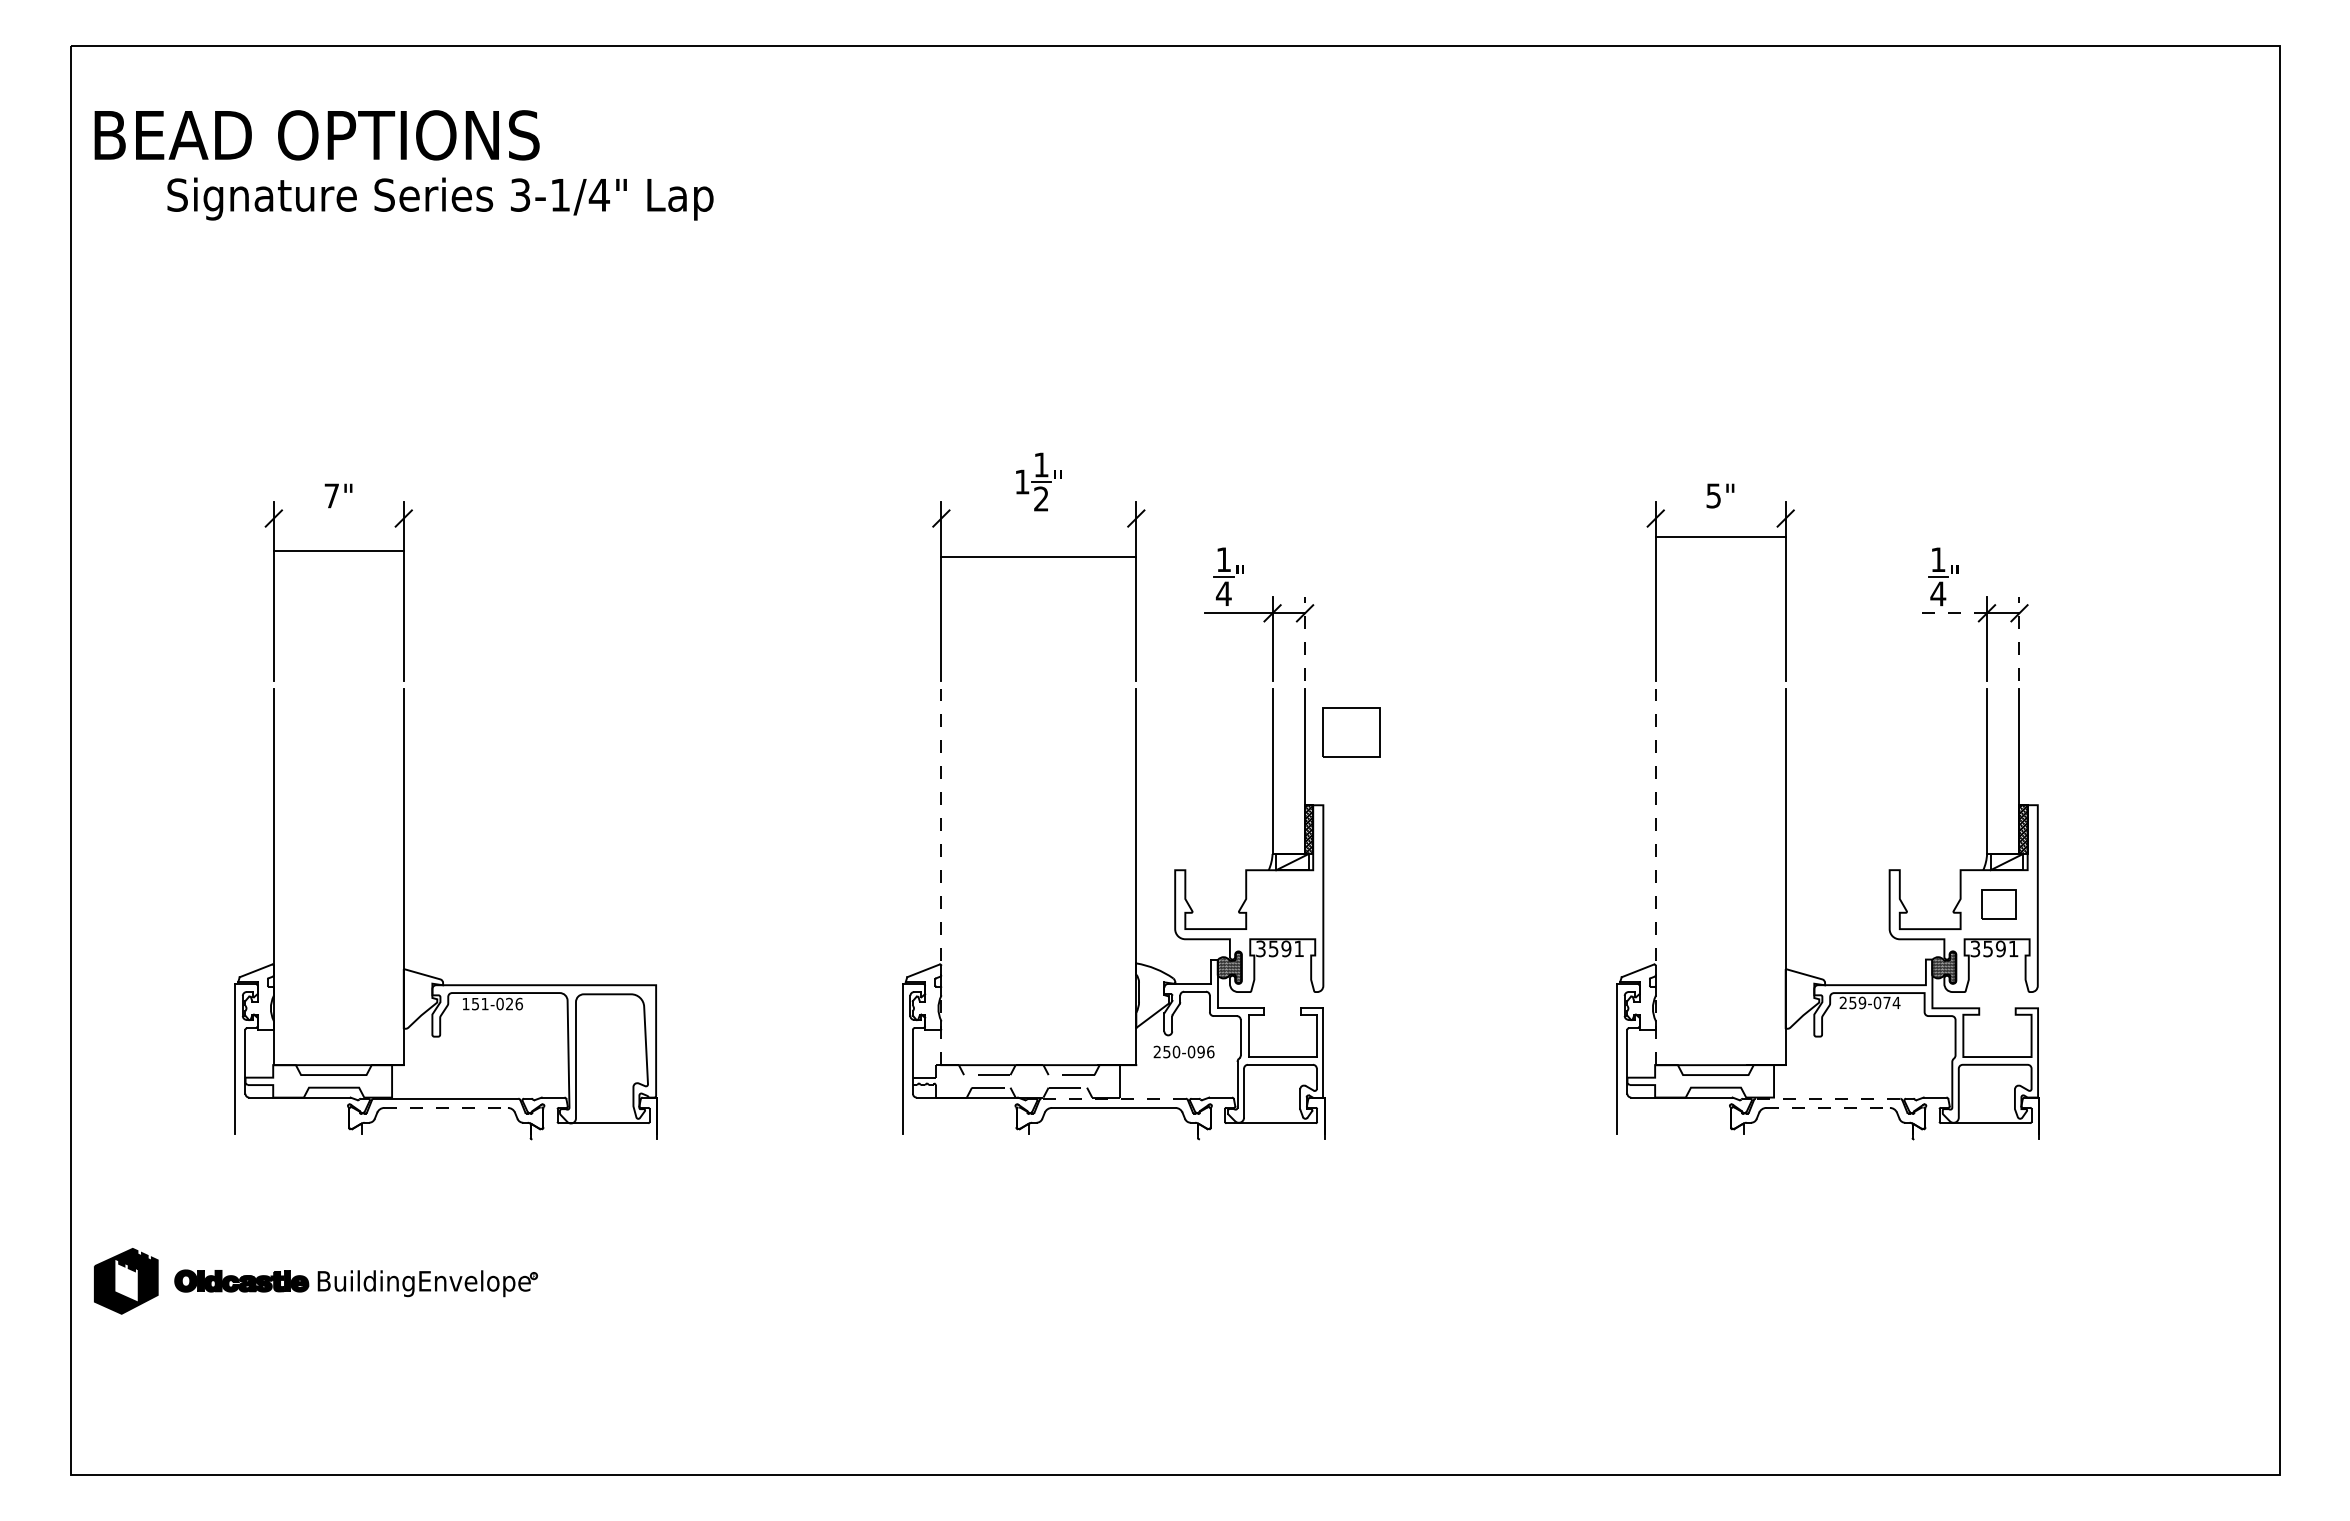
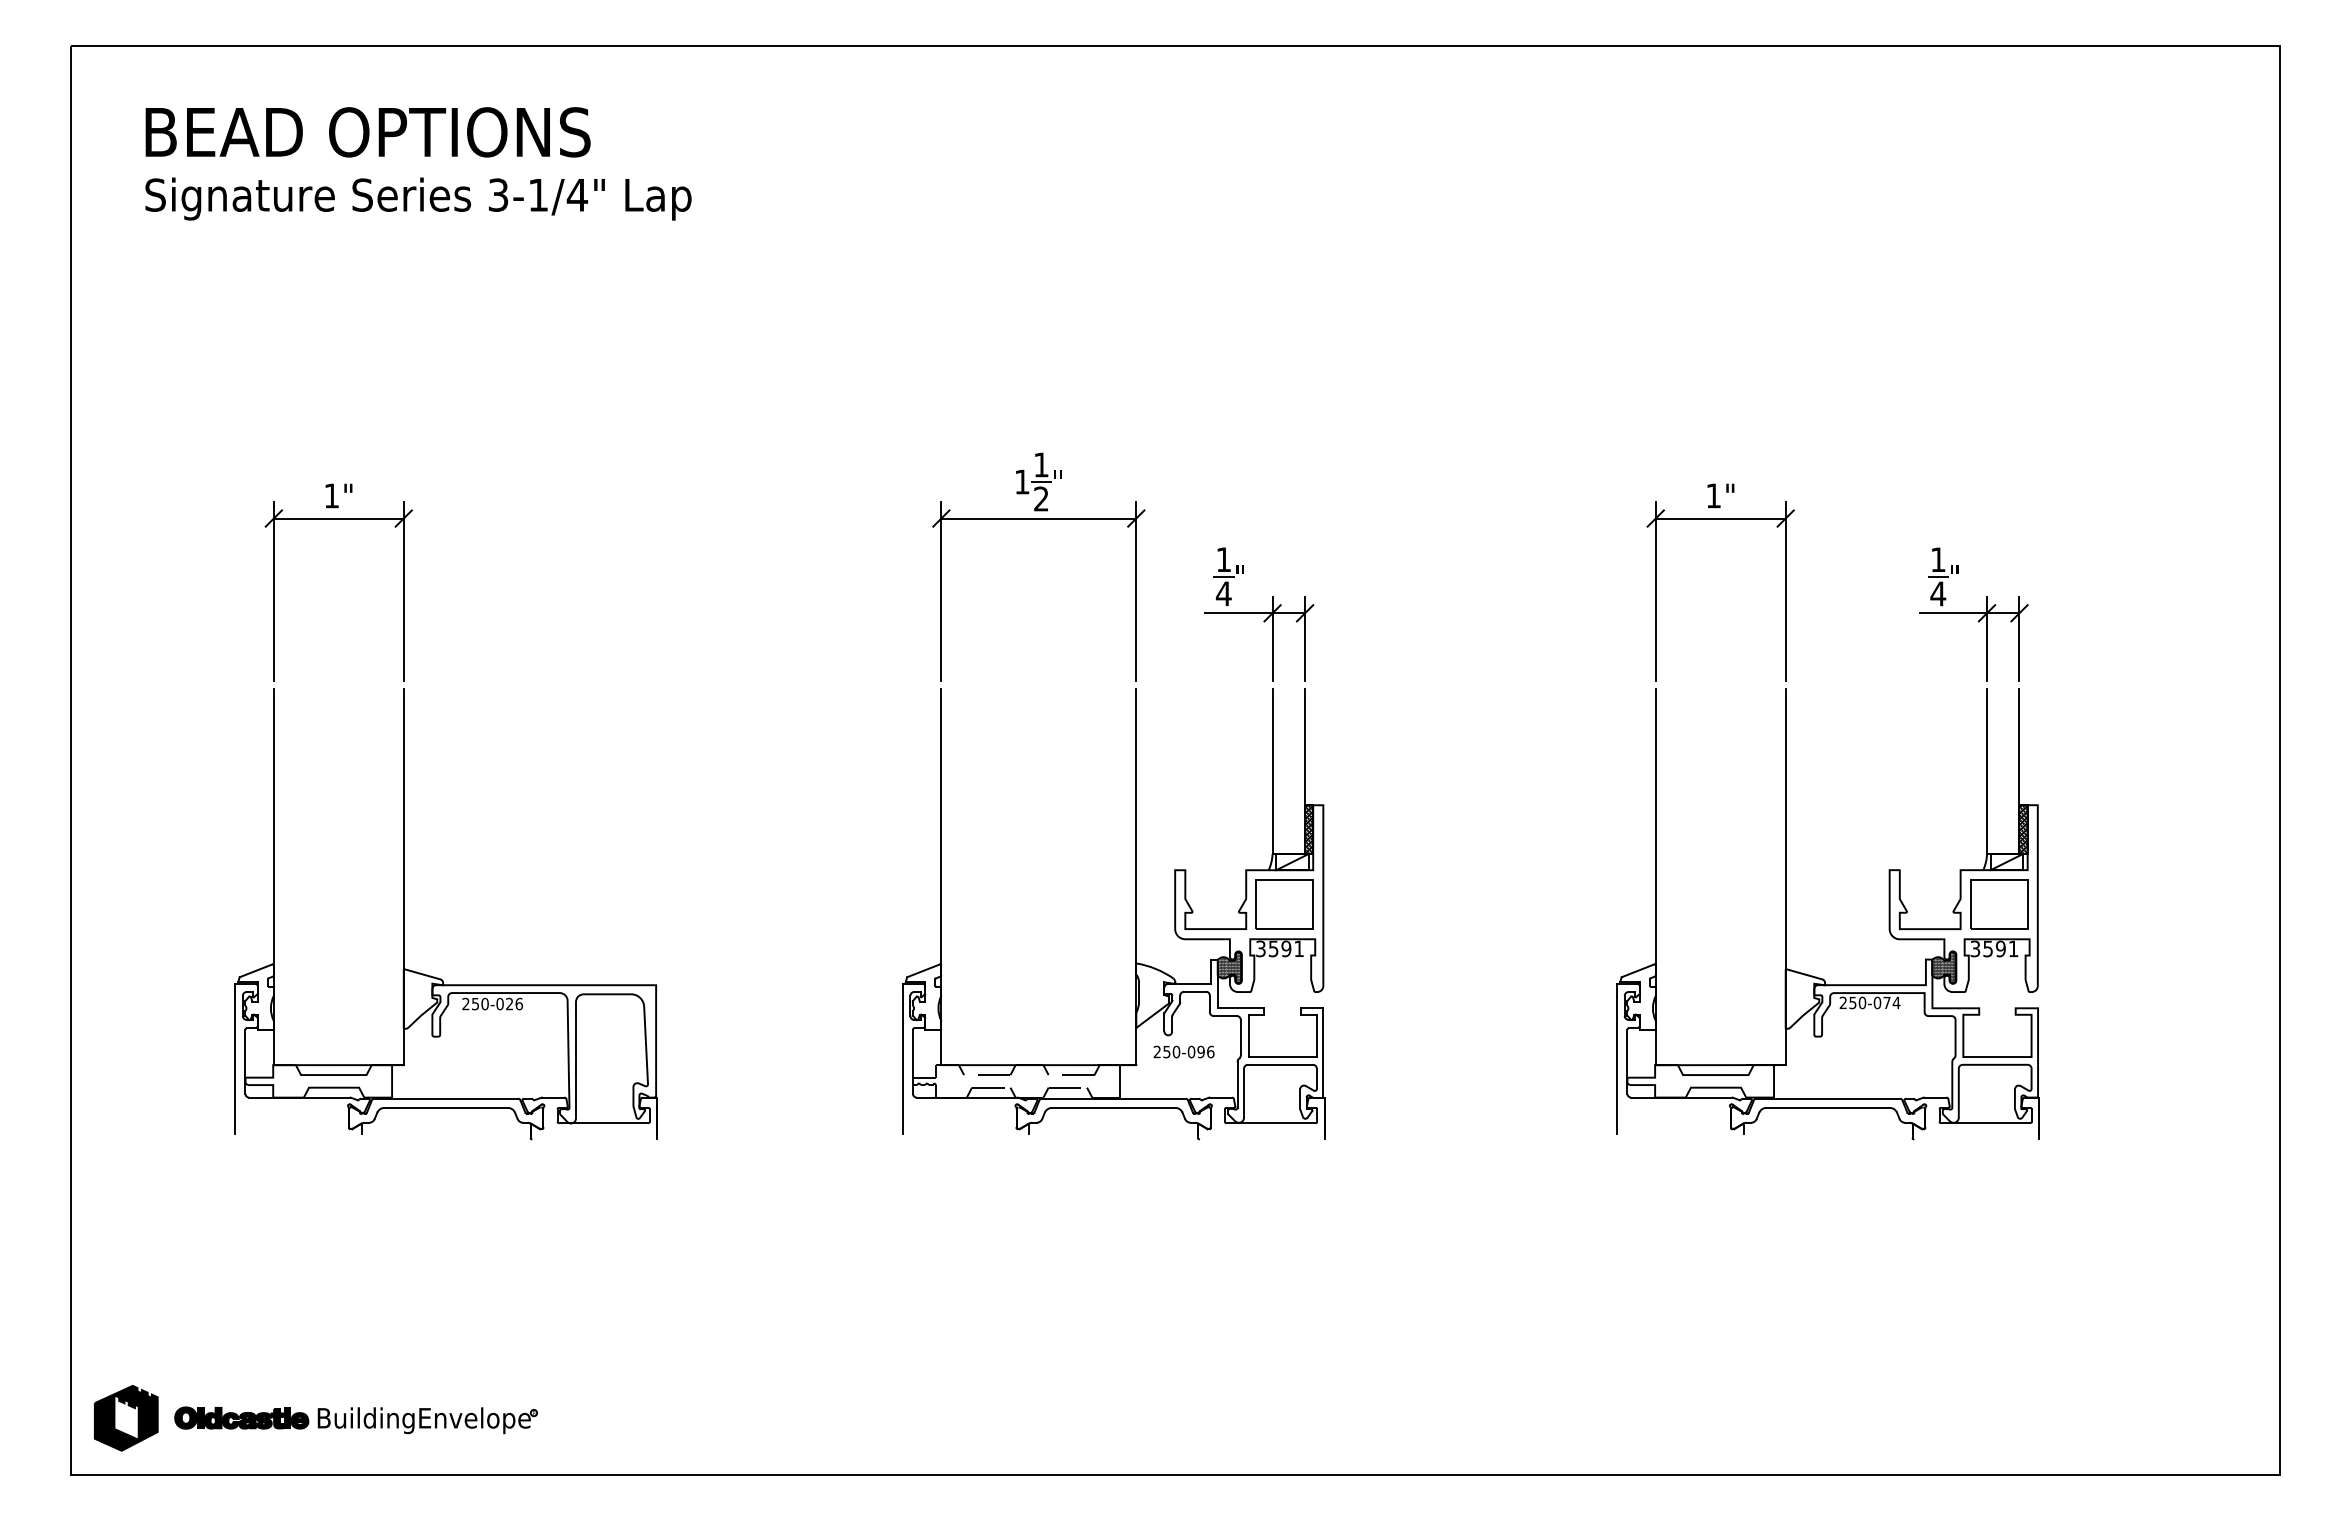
text at (316, 135) position: (316, 135) -> (367, 132)
text at (440, 198) position: (440, 198) -> (418, 198)
text at (331, 495): 7" -> 1"
text at (1713, 495): 5" -> 1"
line at (1720, 536) position: (1720, 536) -> (1720, 518)
line at (338, 550) position: (338, 550) -> (338, 518)
line at (1038, 556) position: (1038, 556) -> (1038, 518)
line at (1953, 613): dashed -> solid
line at (1305, 639): dashed -> solid
line at (2019, 639): dashed -> solid
part at (1351, 732) position: (1351, 732) -> (1284, 904)
line at (1655, 876): dashed -> solid
line at (941, 877): dashed -> solid
part at (1998, 904) size: 36x31 px -> 59x51 px
text at (475, 1003): 151-026 -> 250-026
text at (1862, 1003): 259-074 -> 250-074
line at (1113, 1098): dashed -> solid
line at (1827, 1098): dashed -> solid
line at (446, 1107): dashed -> solid
line at (1828, 1107): dashed -> solid
part at (315, 1281) position: (315, 1281) -> (315, 1418)
